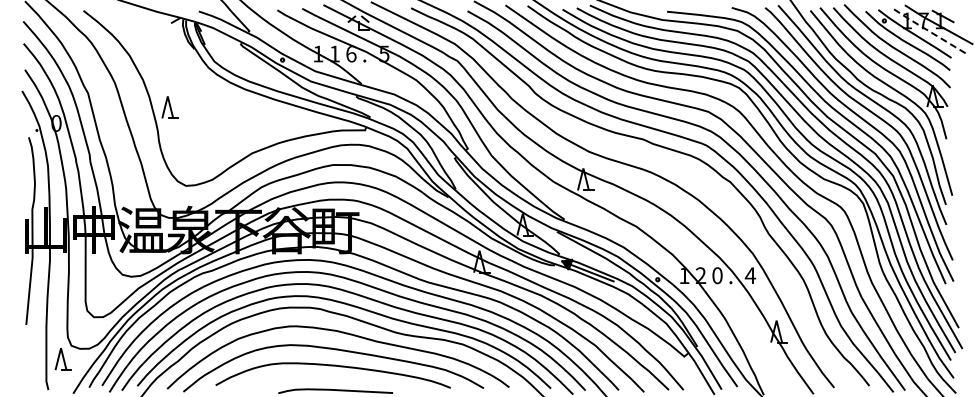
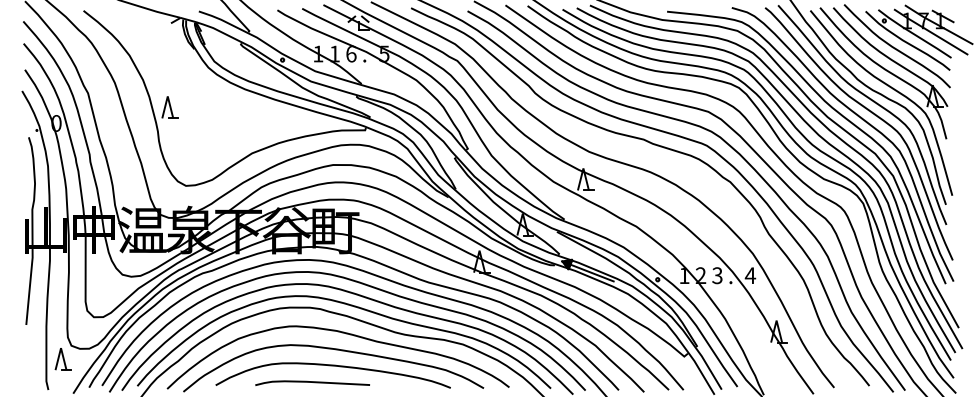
line at (931, 32): dashed -> solid
text at (717, 275): 0 -> 3
curve at (335, 390) position: (335, 390) -> (312, 382)
